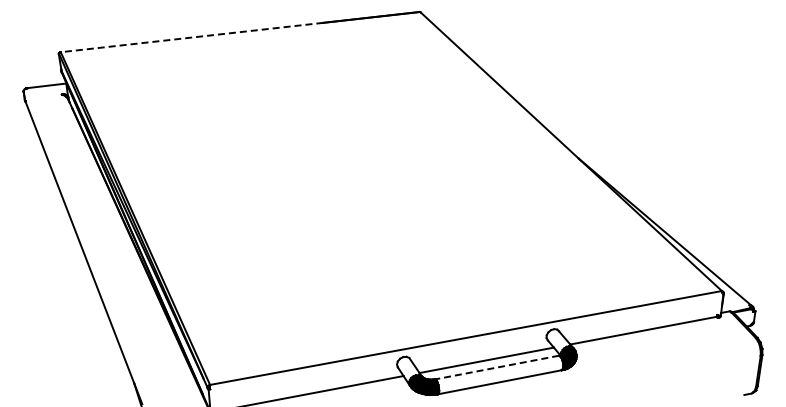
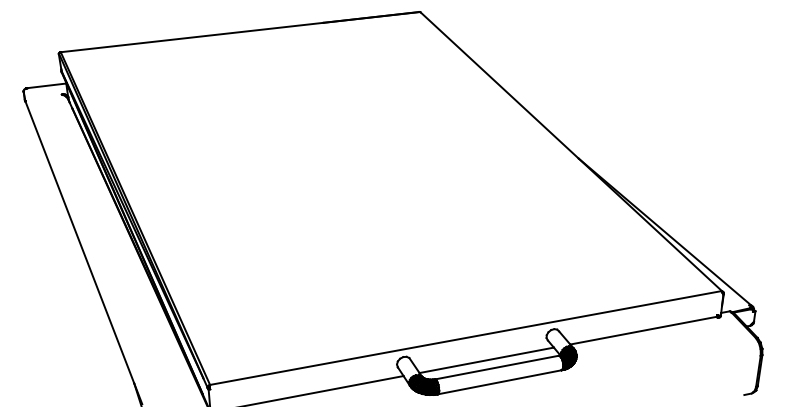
line at (191, 37): dashed -> solid
line at (496, 367): dashed -> solid
